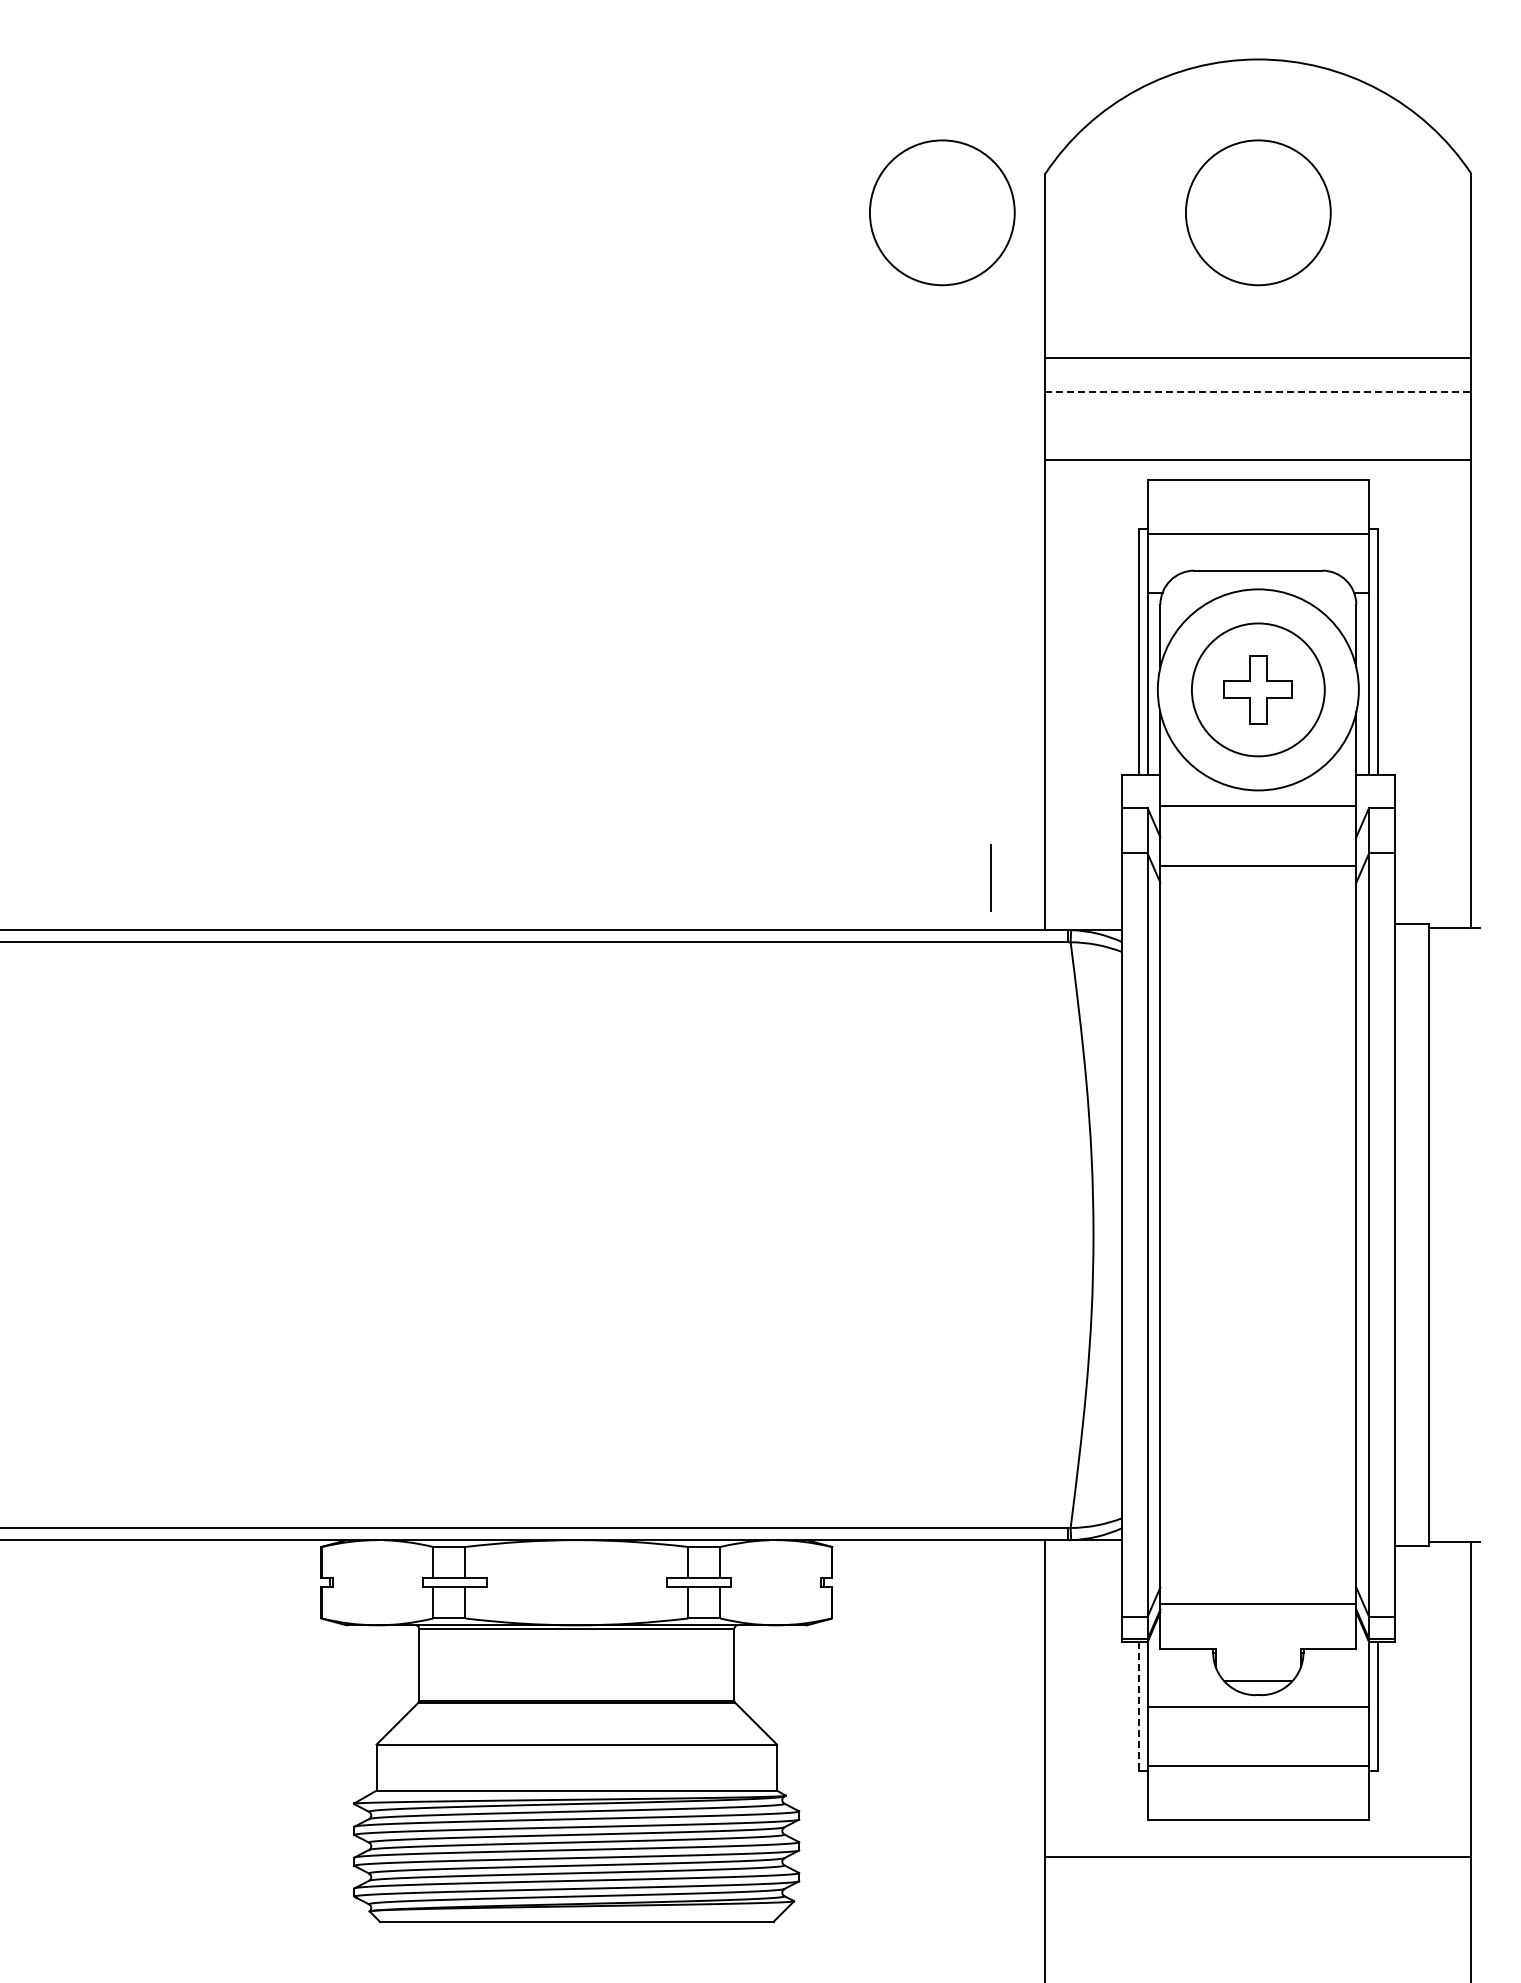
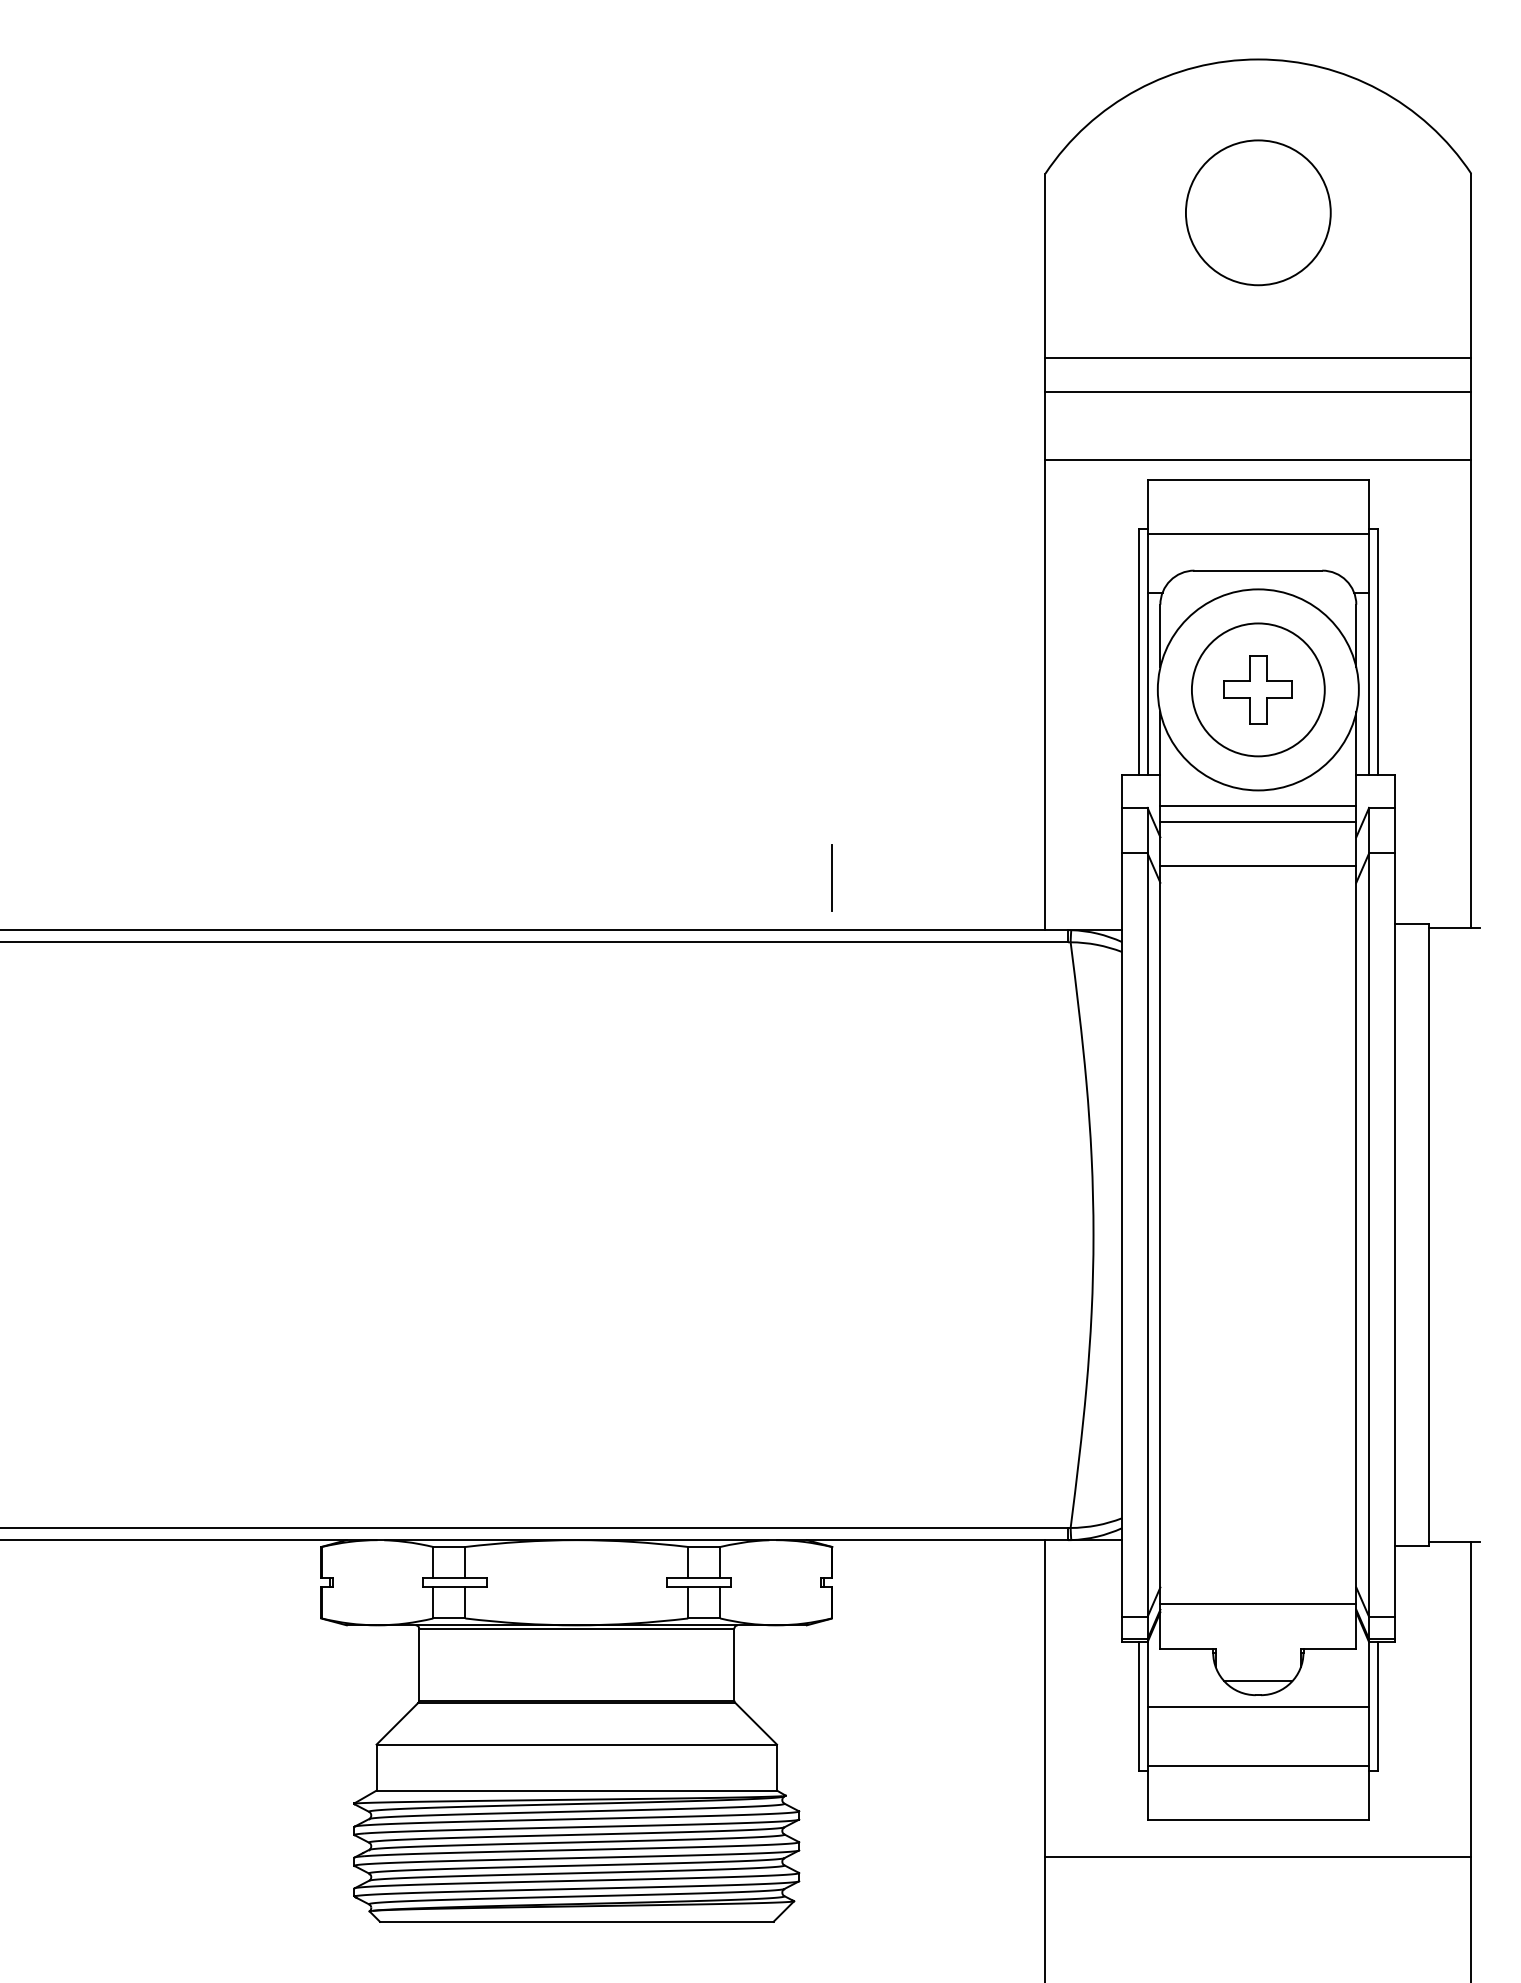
circle at (942, 212): present -> none
line at (1258, 391): dashed -> solid
line at (1258, 822): none -> present
line at (990, 877) position: (990, 877) -> (831, 877)
line at (1139, 1707): dashed -> solid
